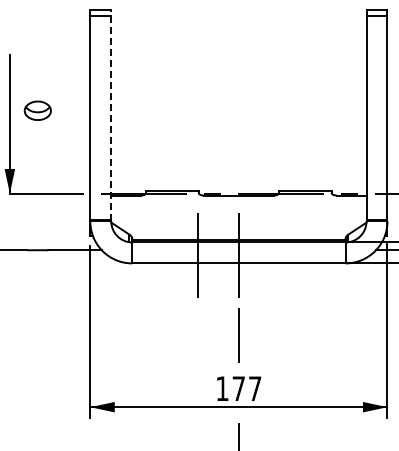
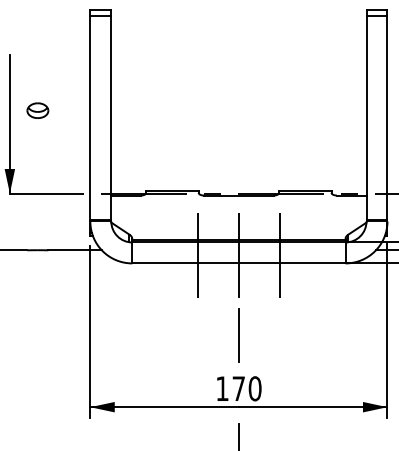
part at (37, 110) size: 29x21 px -> 24x17 px
line at (111, 115): dashed -> solid
line at (279, 252): none -> present
text at (254, 388): 177 -> 170
